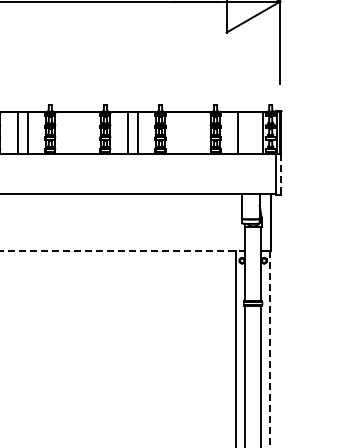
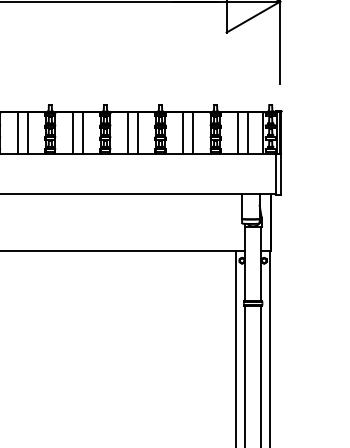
line at (73, 133): none -> present
line at (82, 133): none -> present
line at (183, 133): none -> present
line at (192, 133): none -> present
line at (247, 133): none -> present
line at (281, 175): dashed -> solid
line at (122, 250): dashed -> solid
line at (270, 349): dashed -> solid
